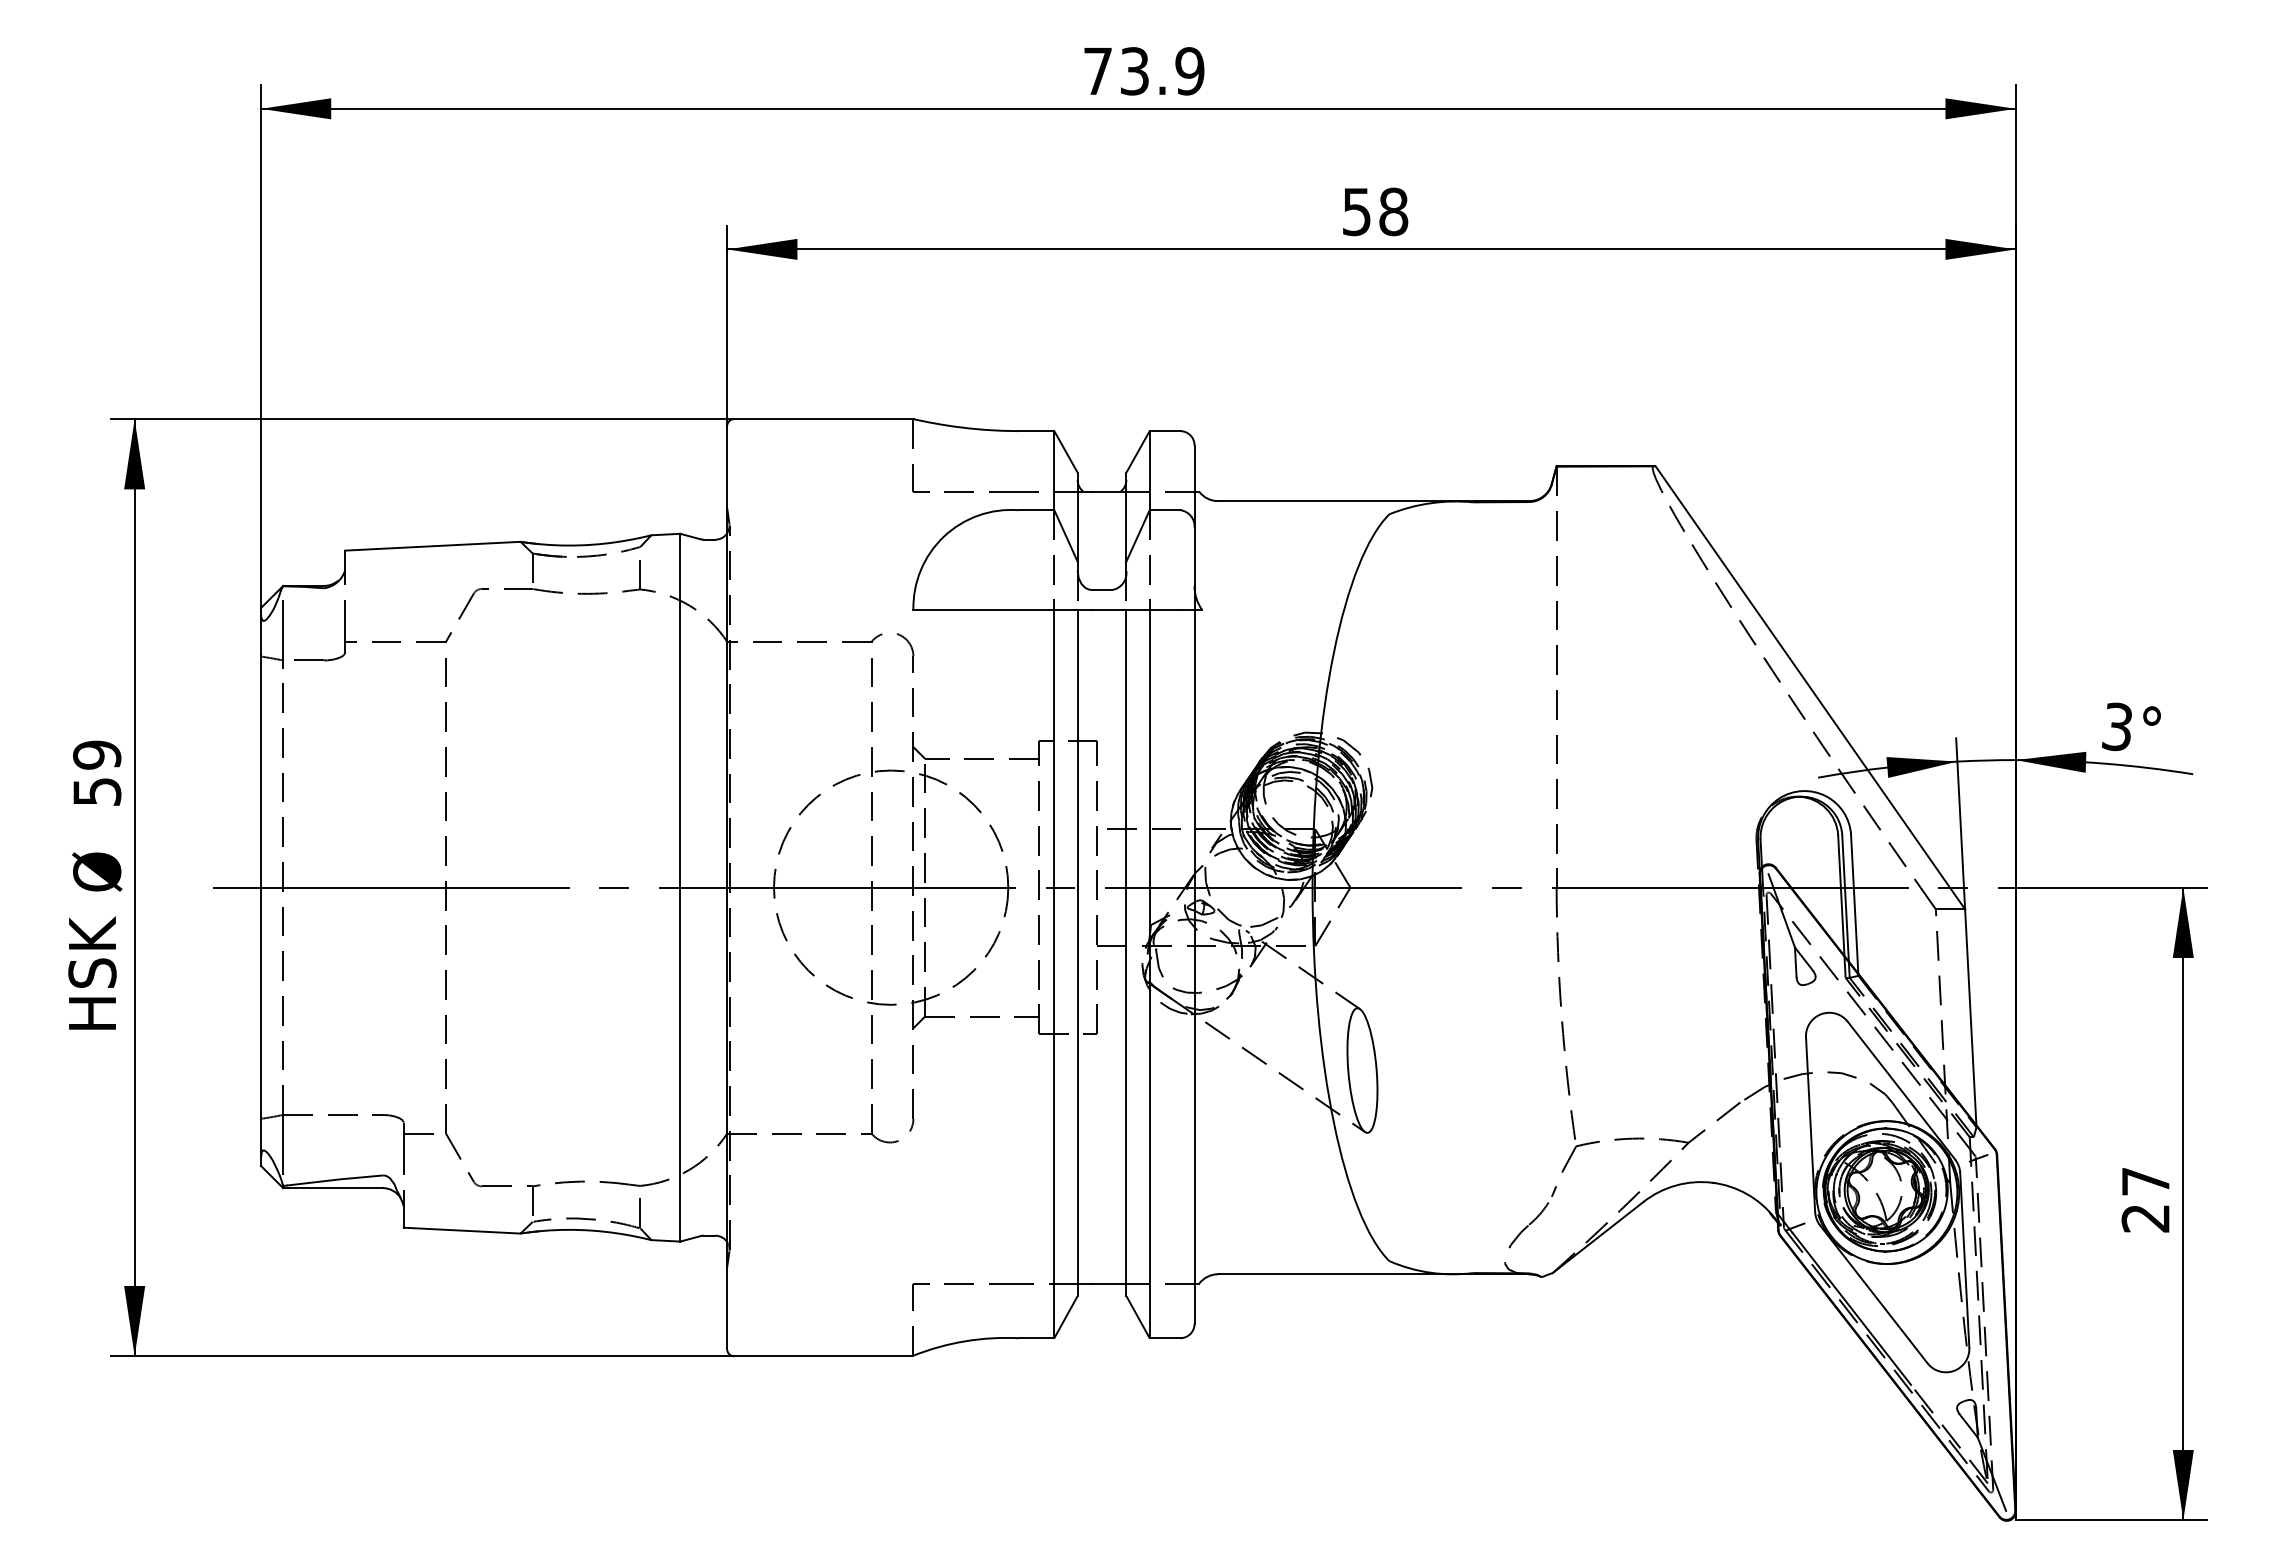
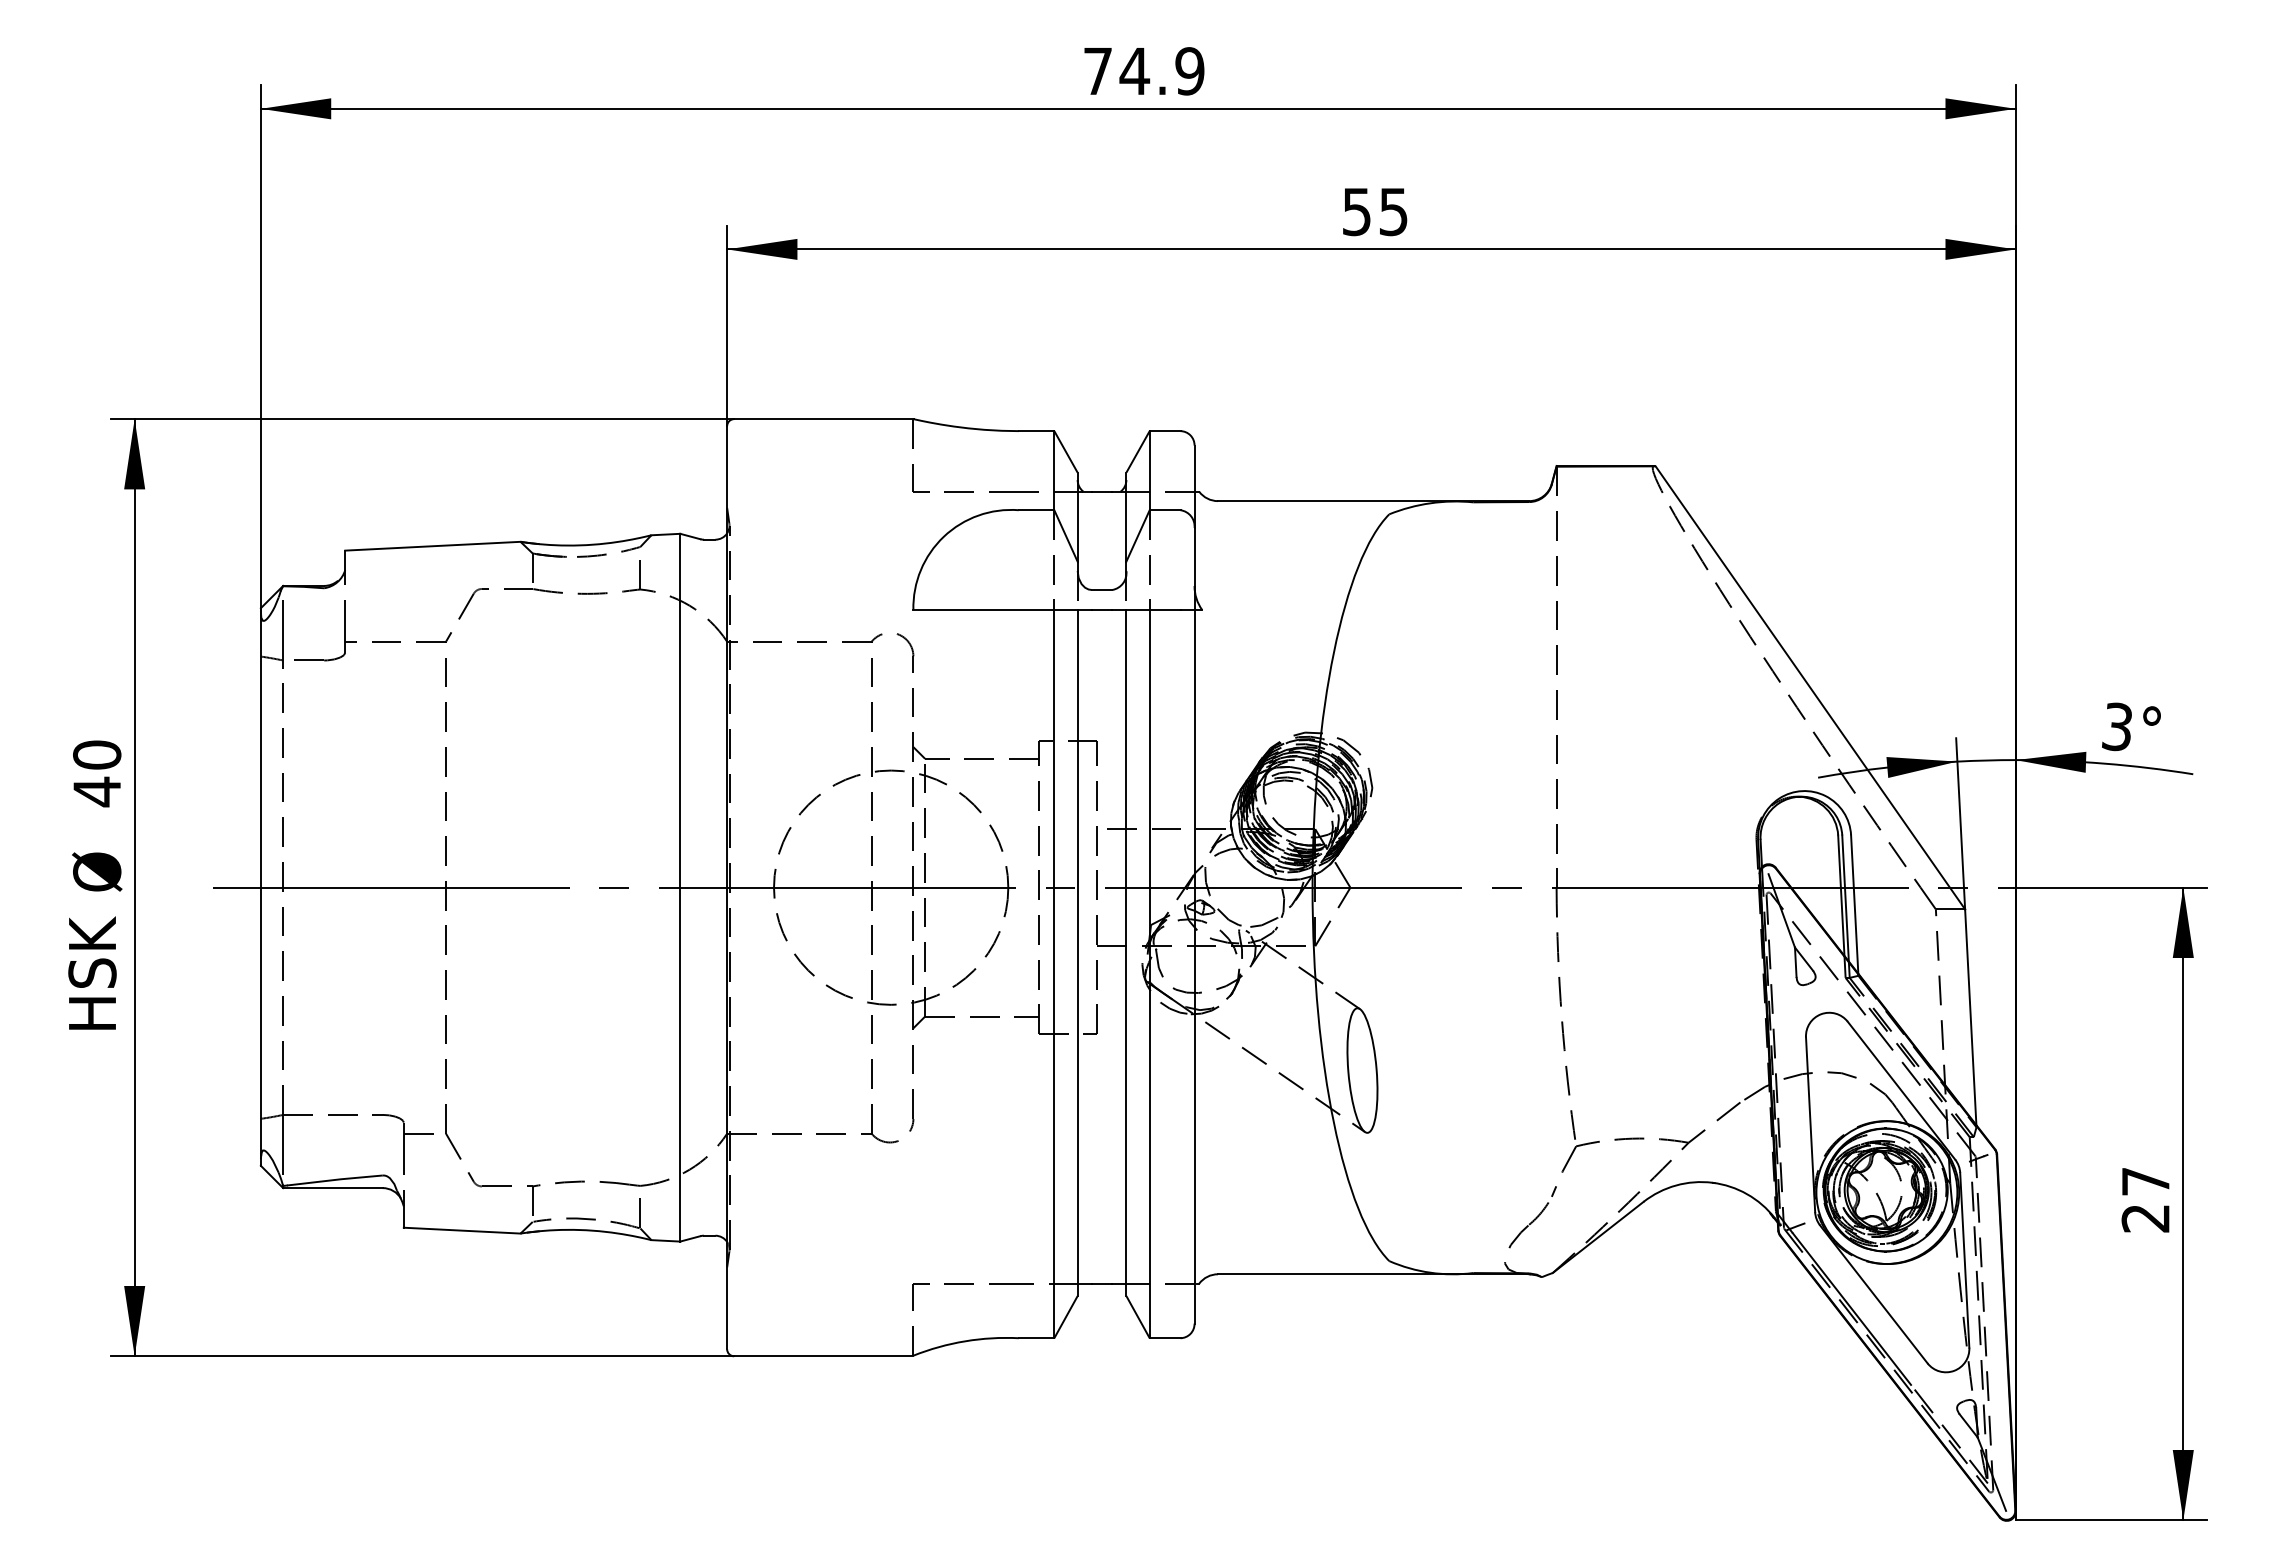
text at (1134, 71): 73.9 -> 74.9
text at (1393, 211): 58 -> 55
text at (97, 773): 59 -> 40
